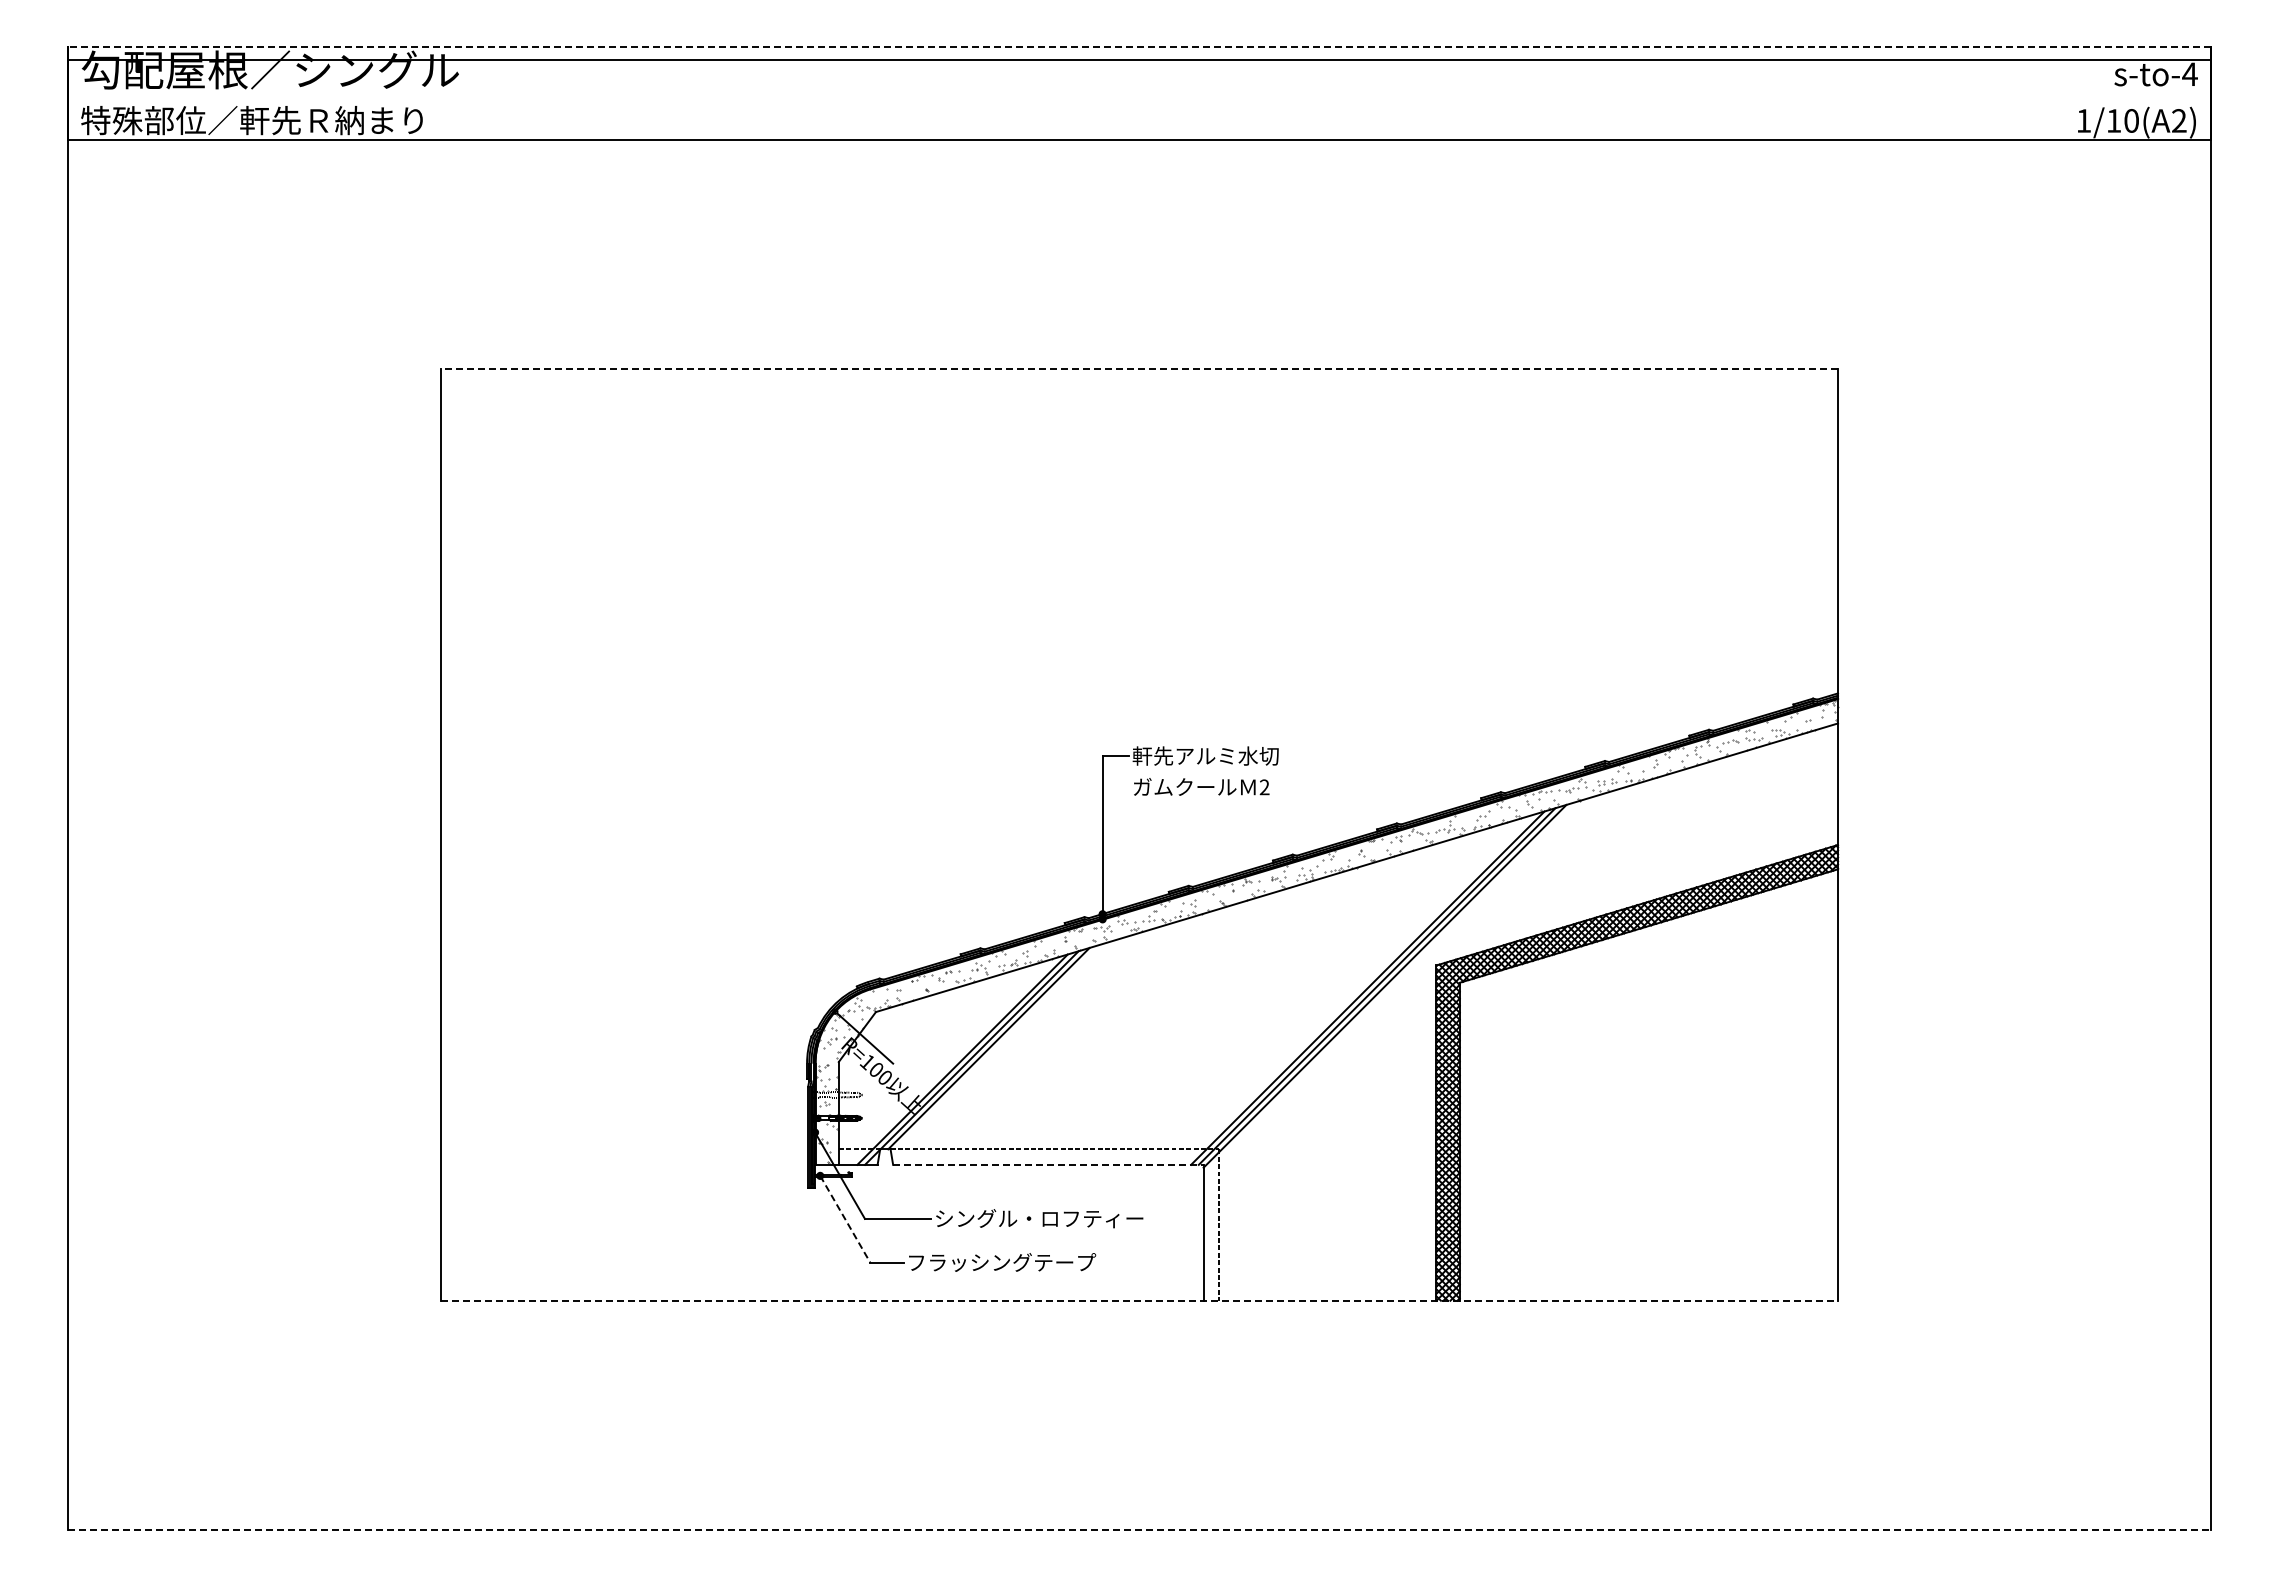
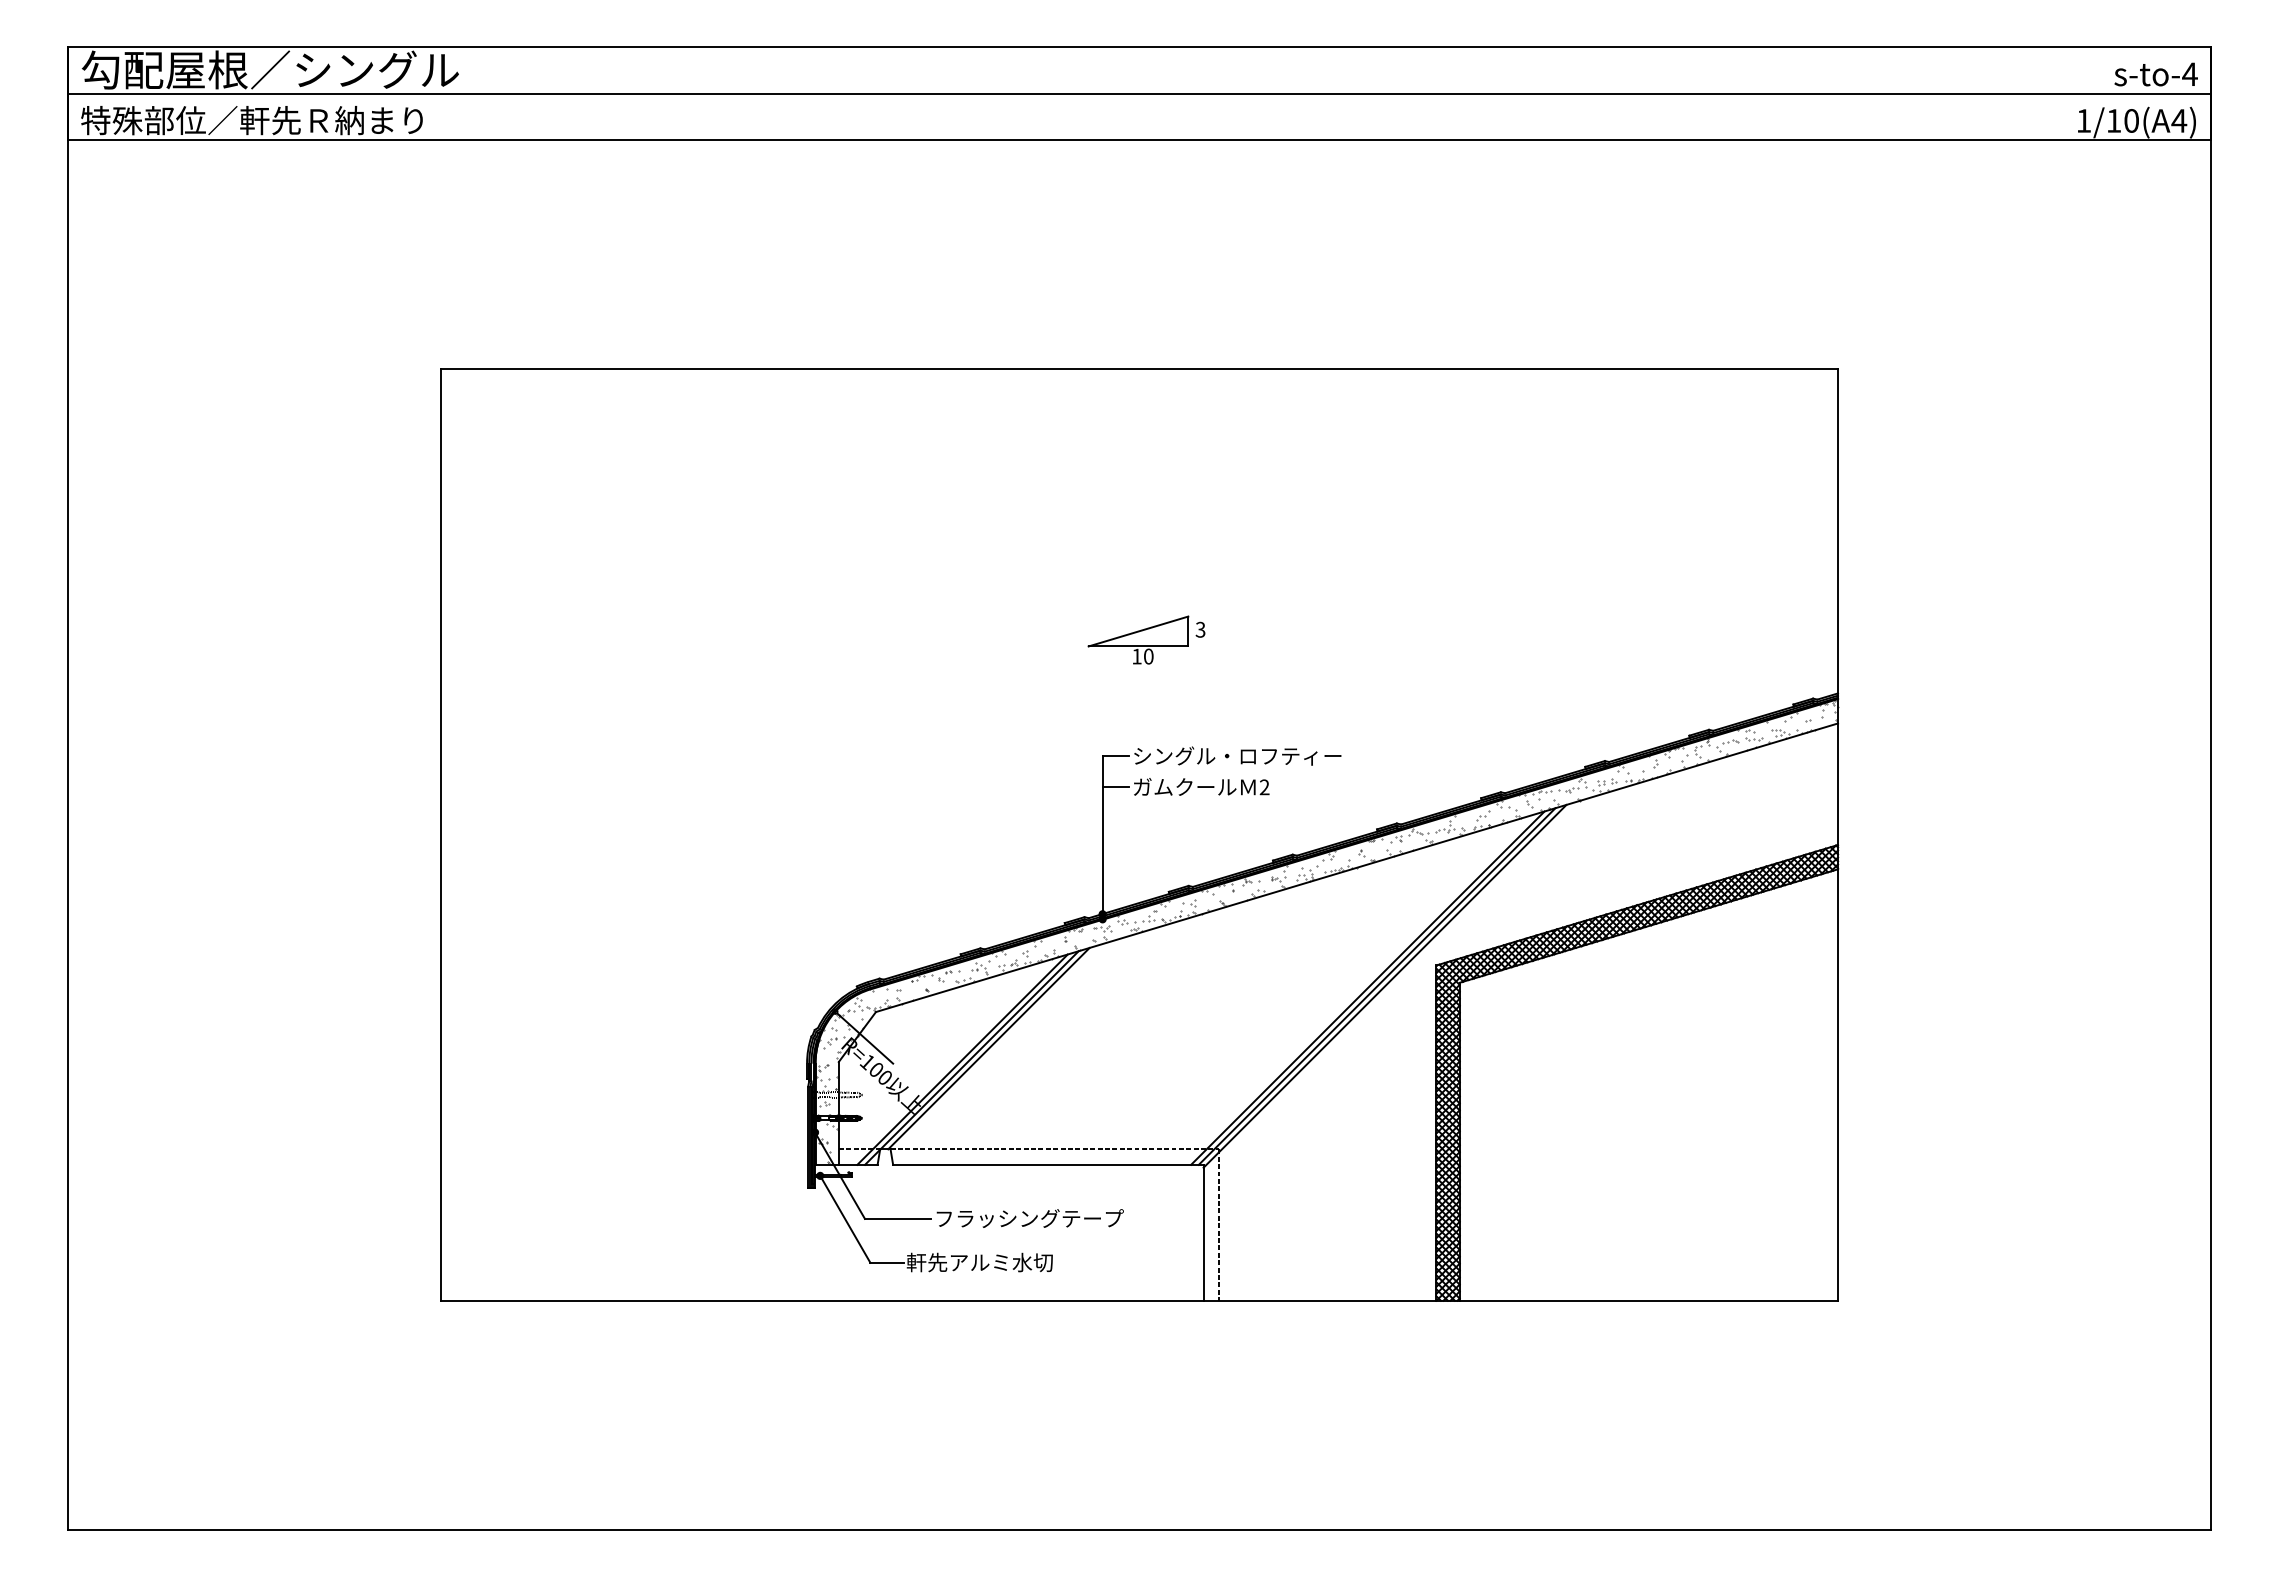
line at (1139, 47): dashed -> solid
line at (1139, 59) position: (1139, 59) -> (1139, 93)
text at (2179, 120): 1/10(A2) -> 1/10(A4)
line at (1139, 369): dashed -> solid
part at (1146, 639): none -> present
text at (1236, 755): 軒先アルミ水切 -> シングル・ロフティー
line at (1115, 787): none -> present
line at (1048, 1164): dashed -> solid
text at (1039, 1218): シングル・ロフティー -> フラッシングテープ
line at (845, 1219): dashed -> solid
text at (1001, 1262): フラッシングテープ -> 軒先アルミ水切
line at (1139, 1300): dashed -> solid
line at (1139, 1529): dashed -> solid
